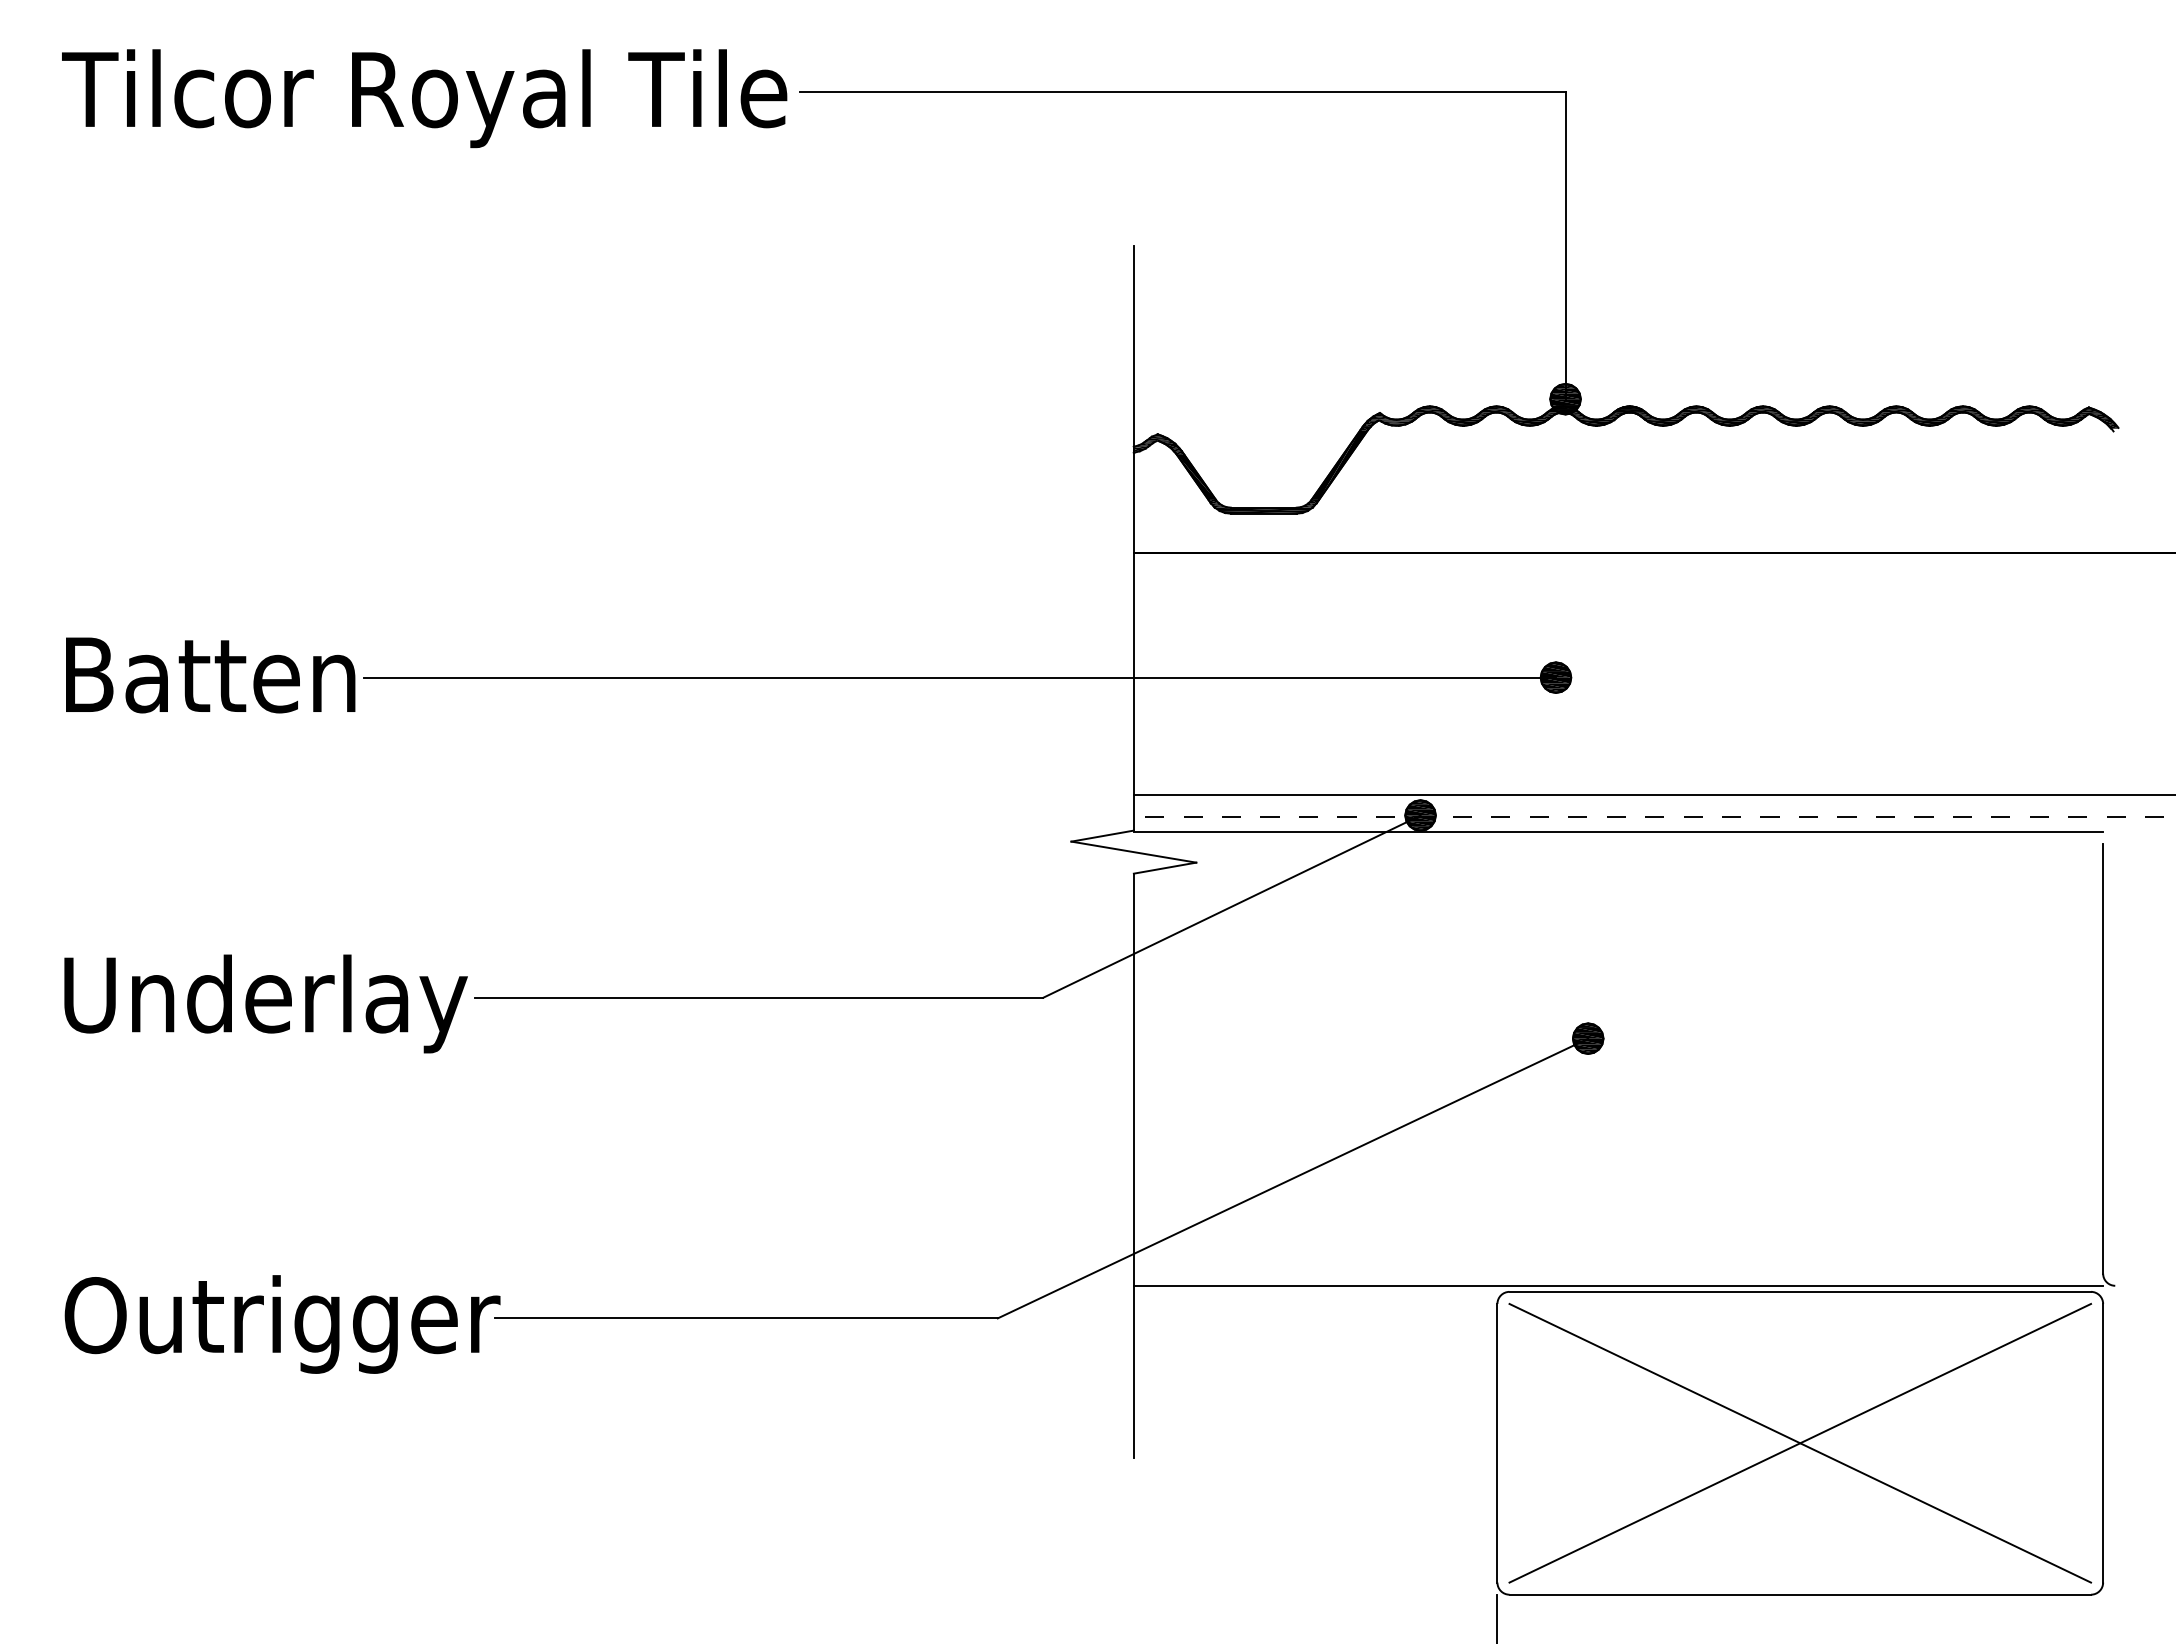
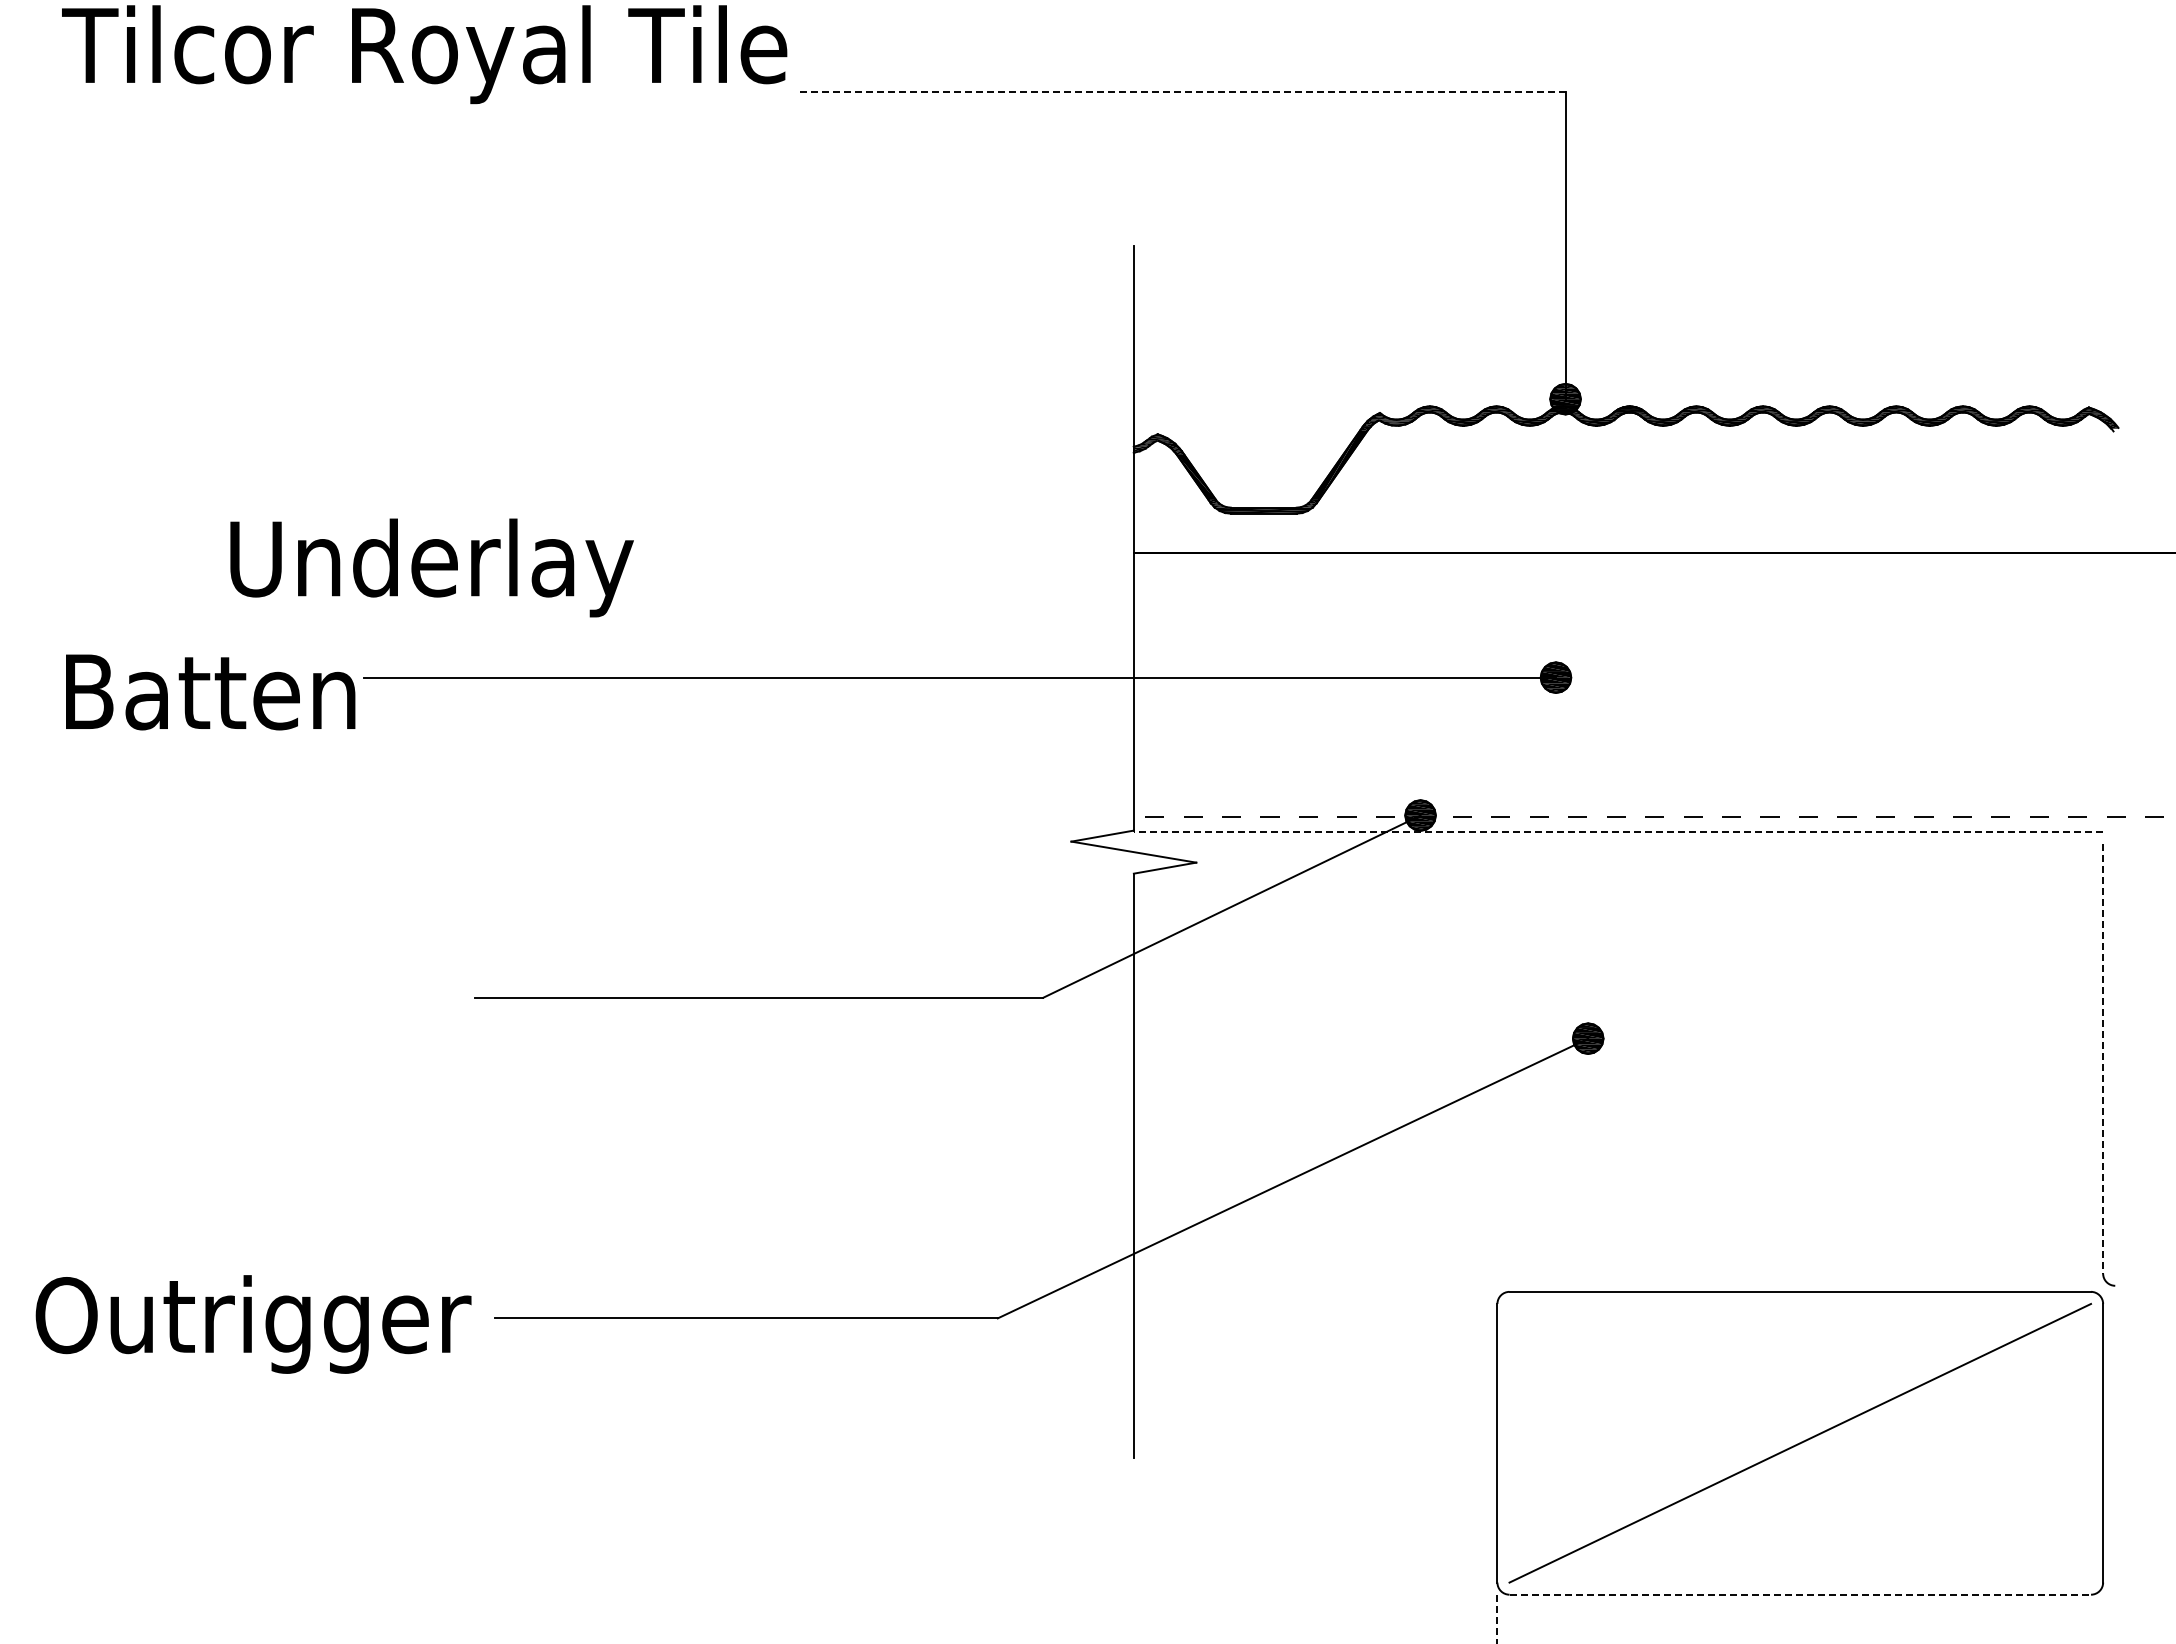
line at (1183, 92): solid -> dashed
text at (424, 98) position: (424, 98) -> (424, 54)
text at (210, 675) position: (210, 675) -> (210, 692)
line at (1652, 795): present -> none
line at (1618, 831): solid -> dashed
text at (265, 1003) position: (265, 1003) -> (431, 567)
line at (2103, 1059): solid -> dashed
line at (1618, 1286): present -> none
text at (282, 1324) position: (282, 1324) -> (253, 1324)
line at (1800, 1442): present -> none
line at (1800, 1594): solid -> dashed
line at (1497, 1619): solid -> dashed
